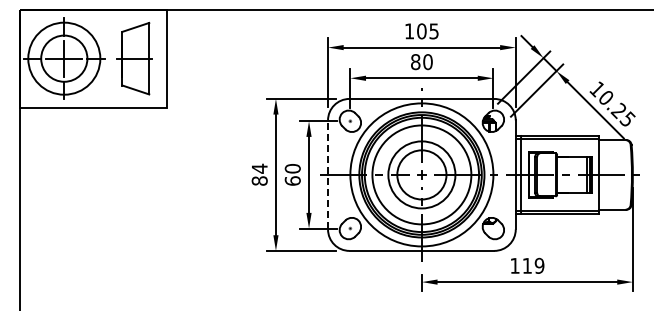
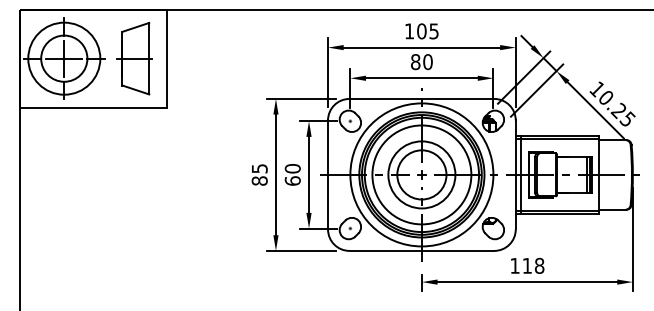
text at (259, 168): 84 -> 85
line at (328, 174): dashed -> solid
text at (539, 265): 119 -> 118
